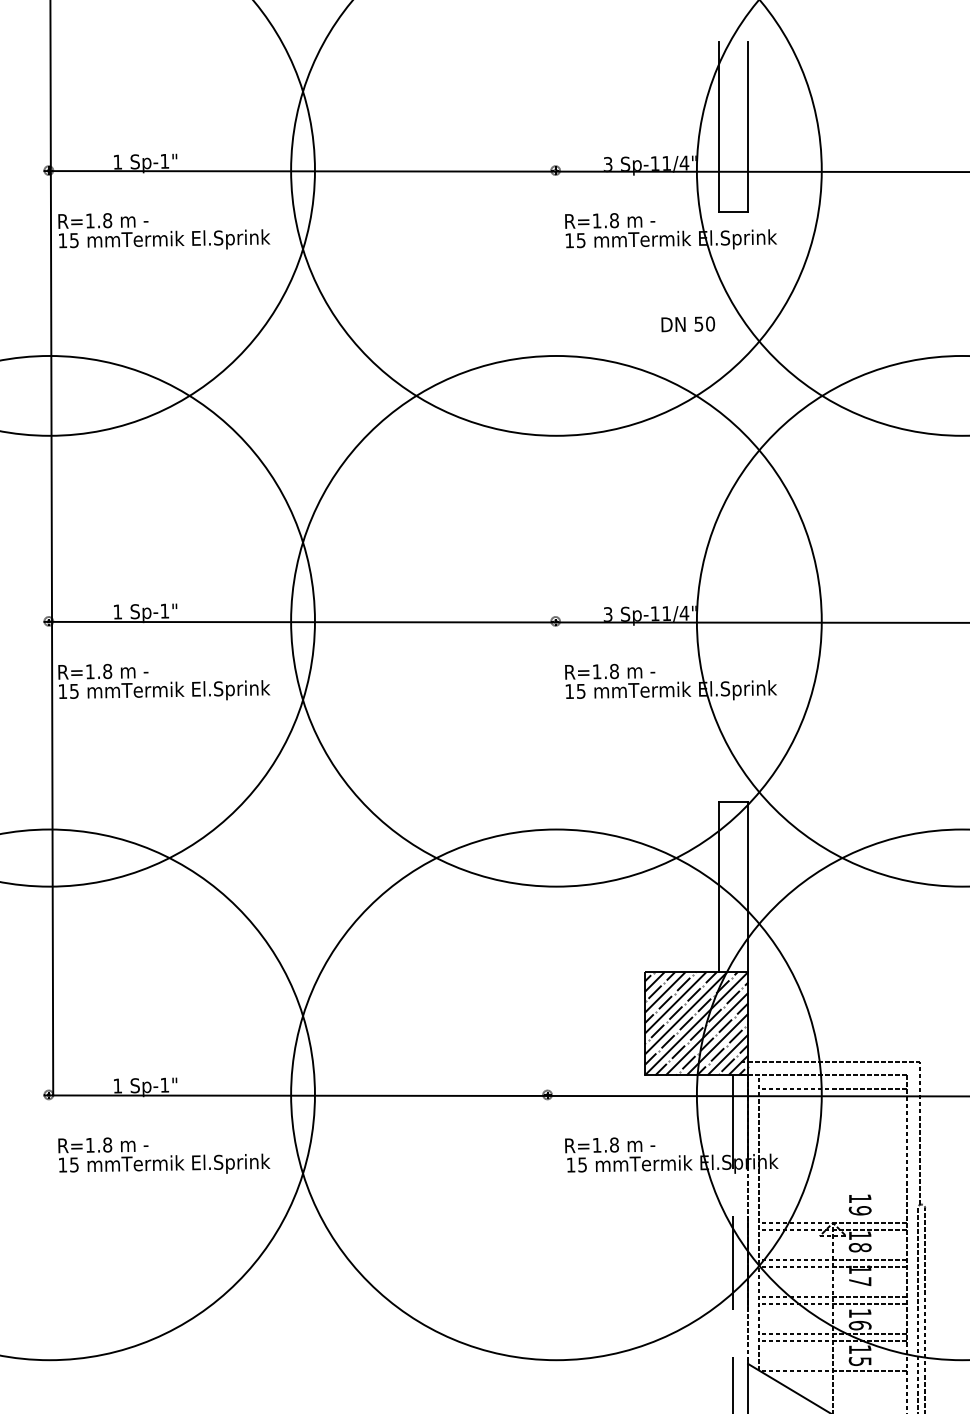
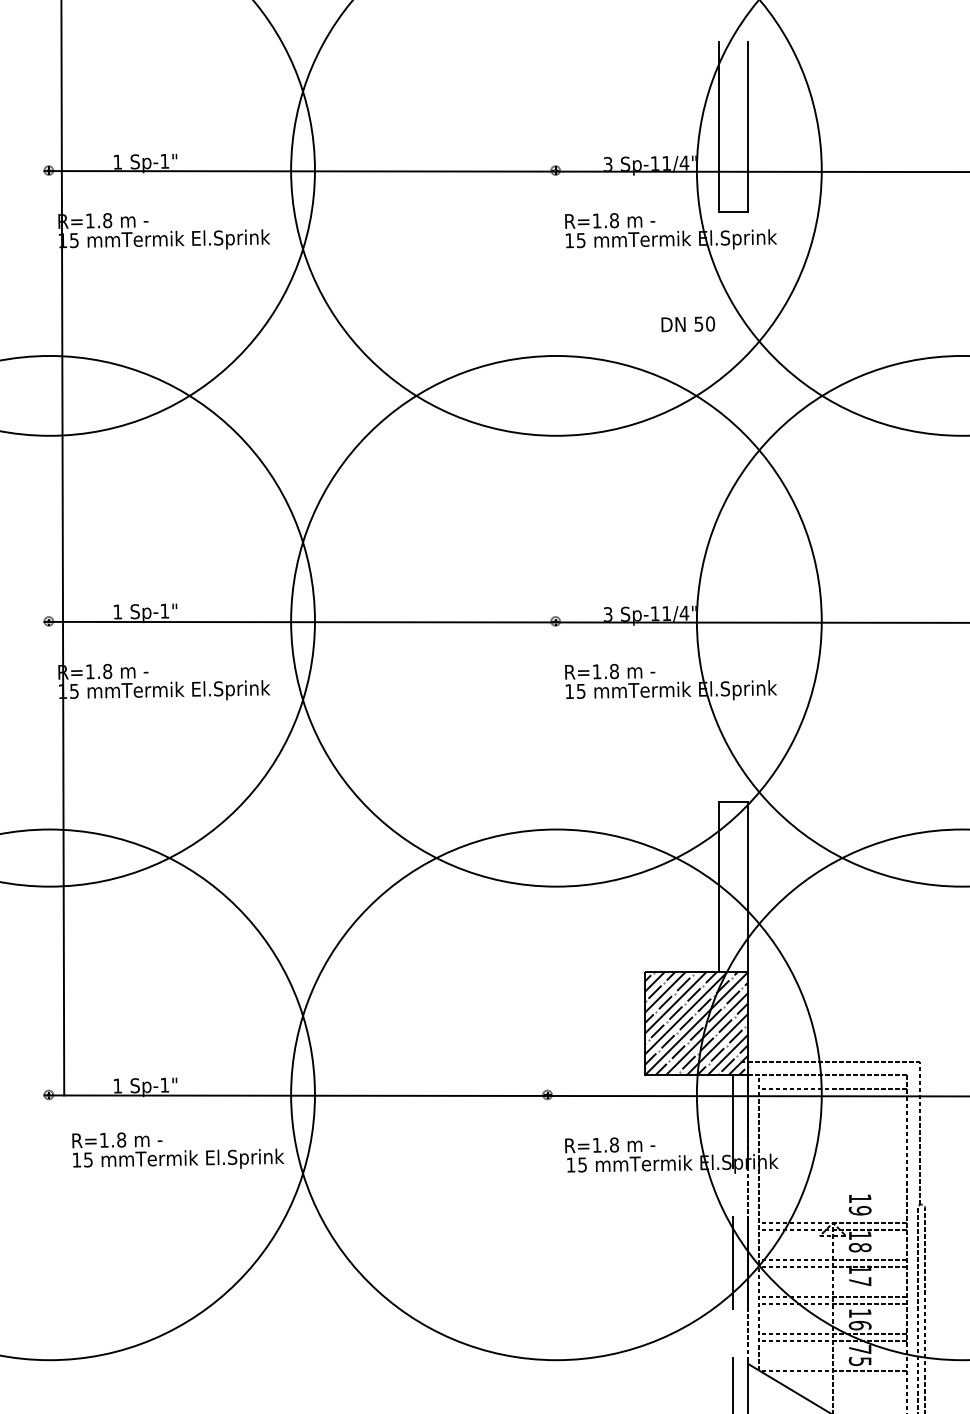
line at (51, 548) position: (51, 548) -> (62, 548)
text at (164, 1155) position: (164, 1155) -> (178, 1150)
text at (860, 1349): 15 -> 75
